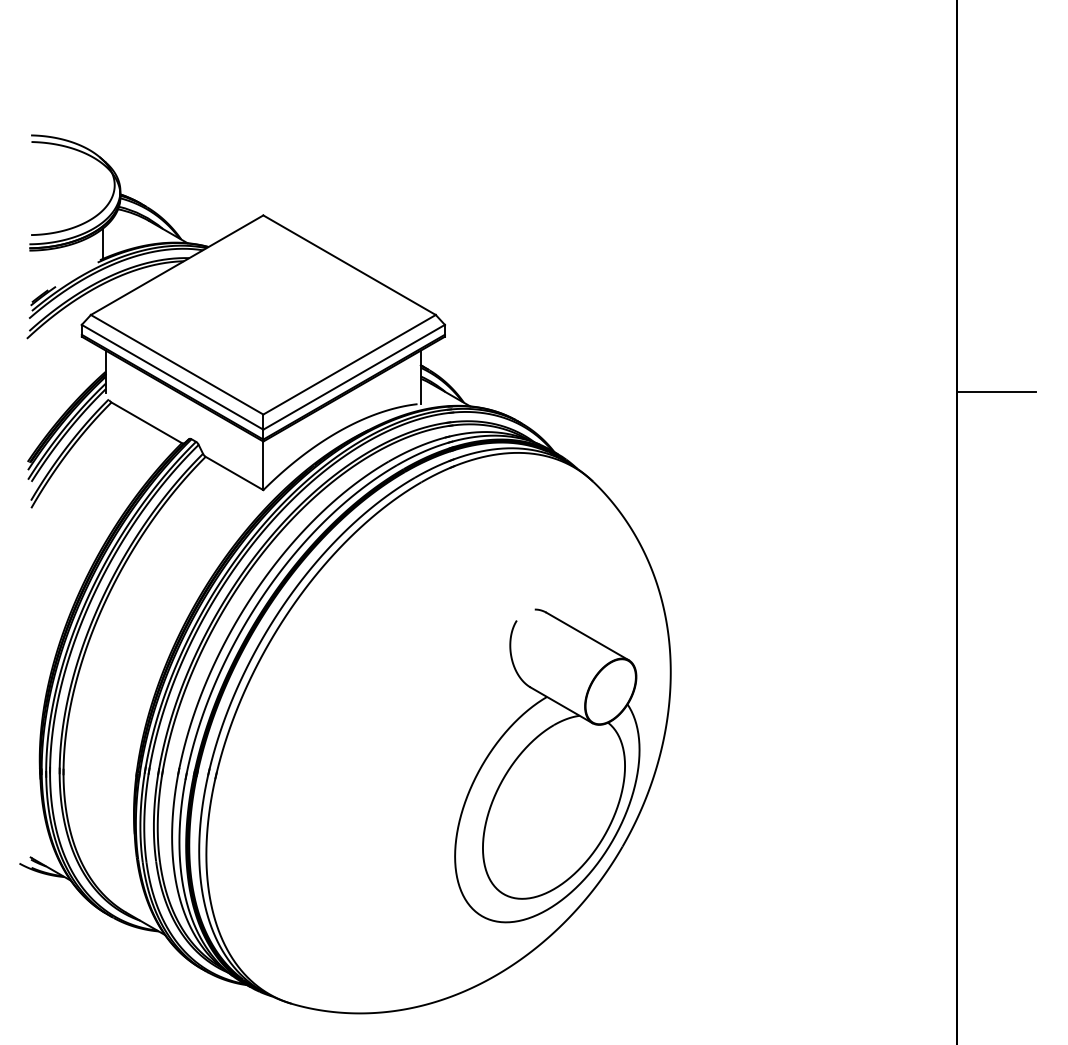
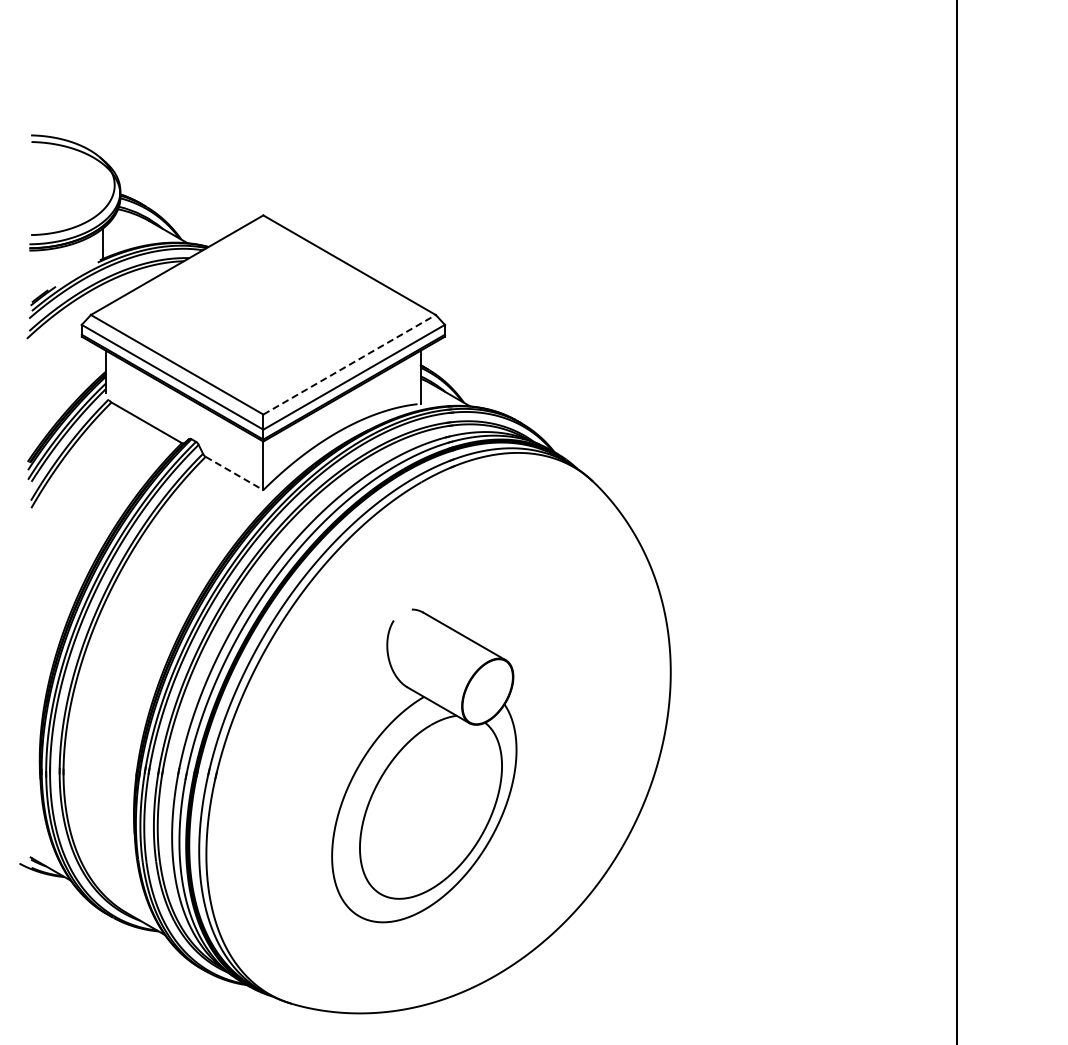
line at (349, 364): solid -> dashed
line at (996, 392): present -> none
line at (234, 473): solid -> dashed
part at (547, 765) position: (547, 765) -> (424, 765)
